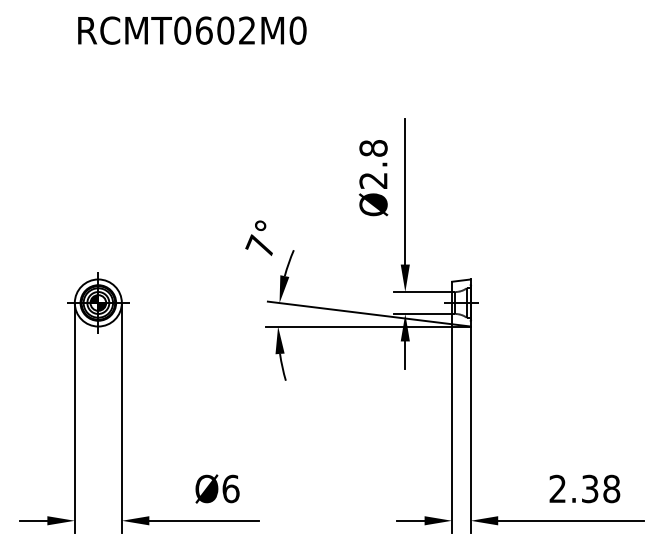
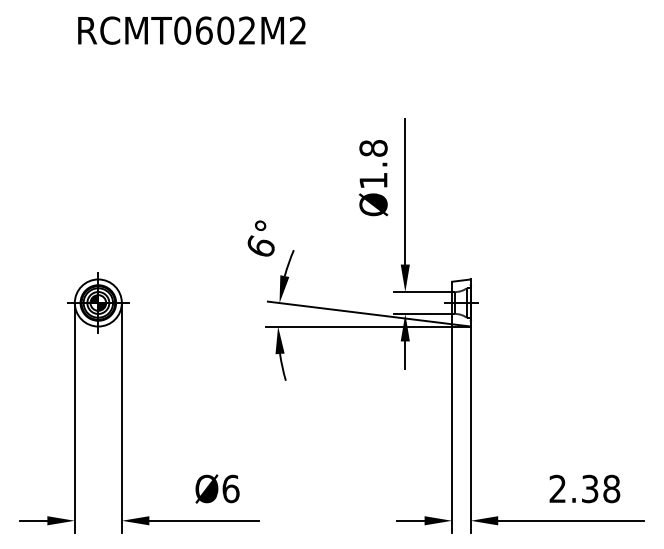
text at (297, 30): RCMT0602M0 -> RCMT0602M2
text at (373, 180): Ø2.8 -> Ø1.8
text at (259, 245): 7° -> 6°
